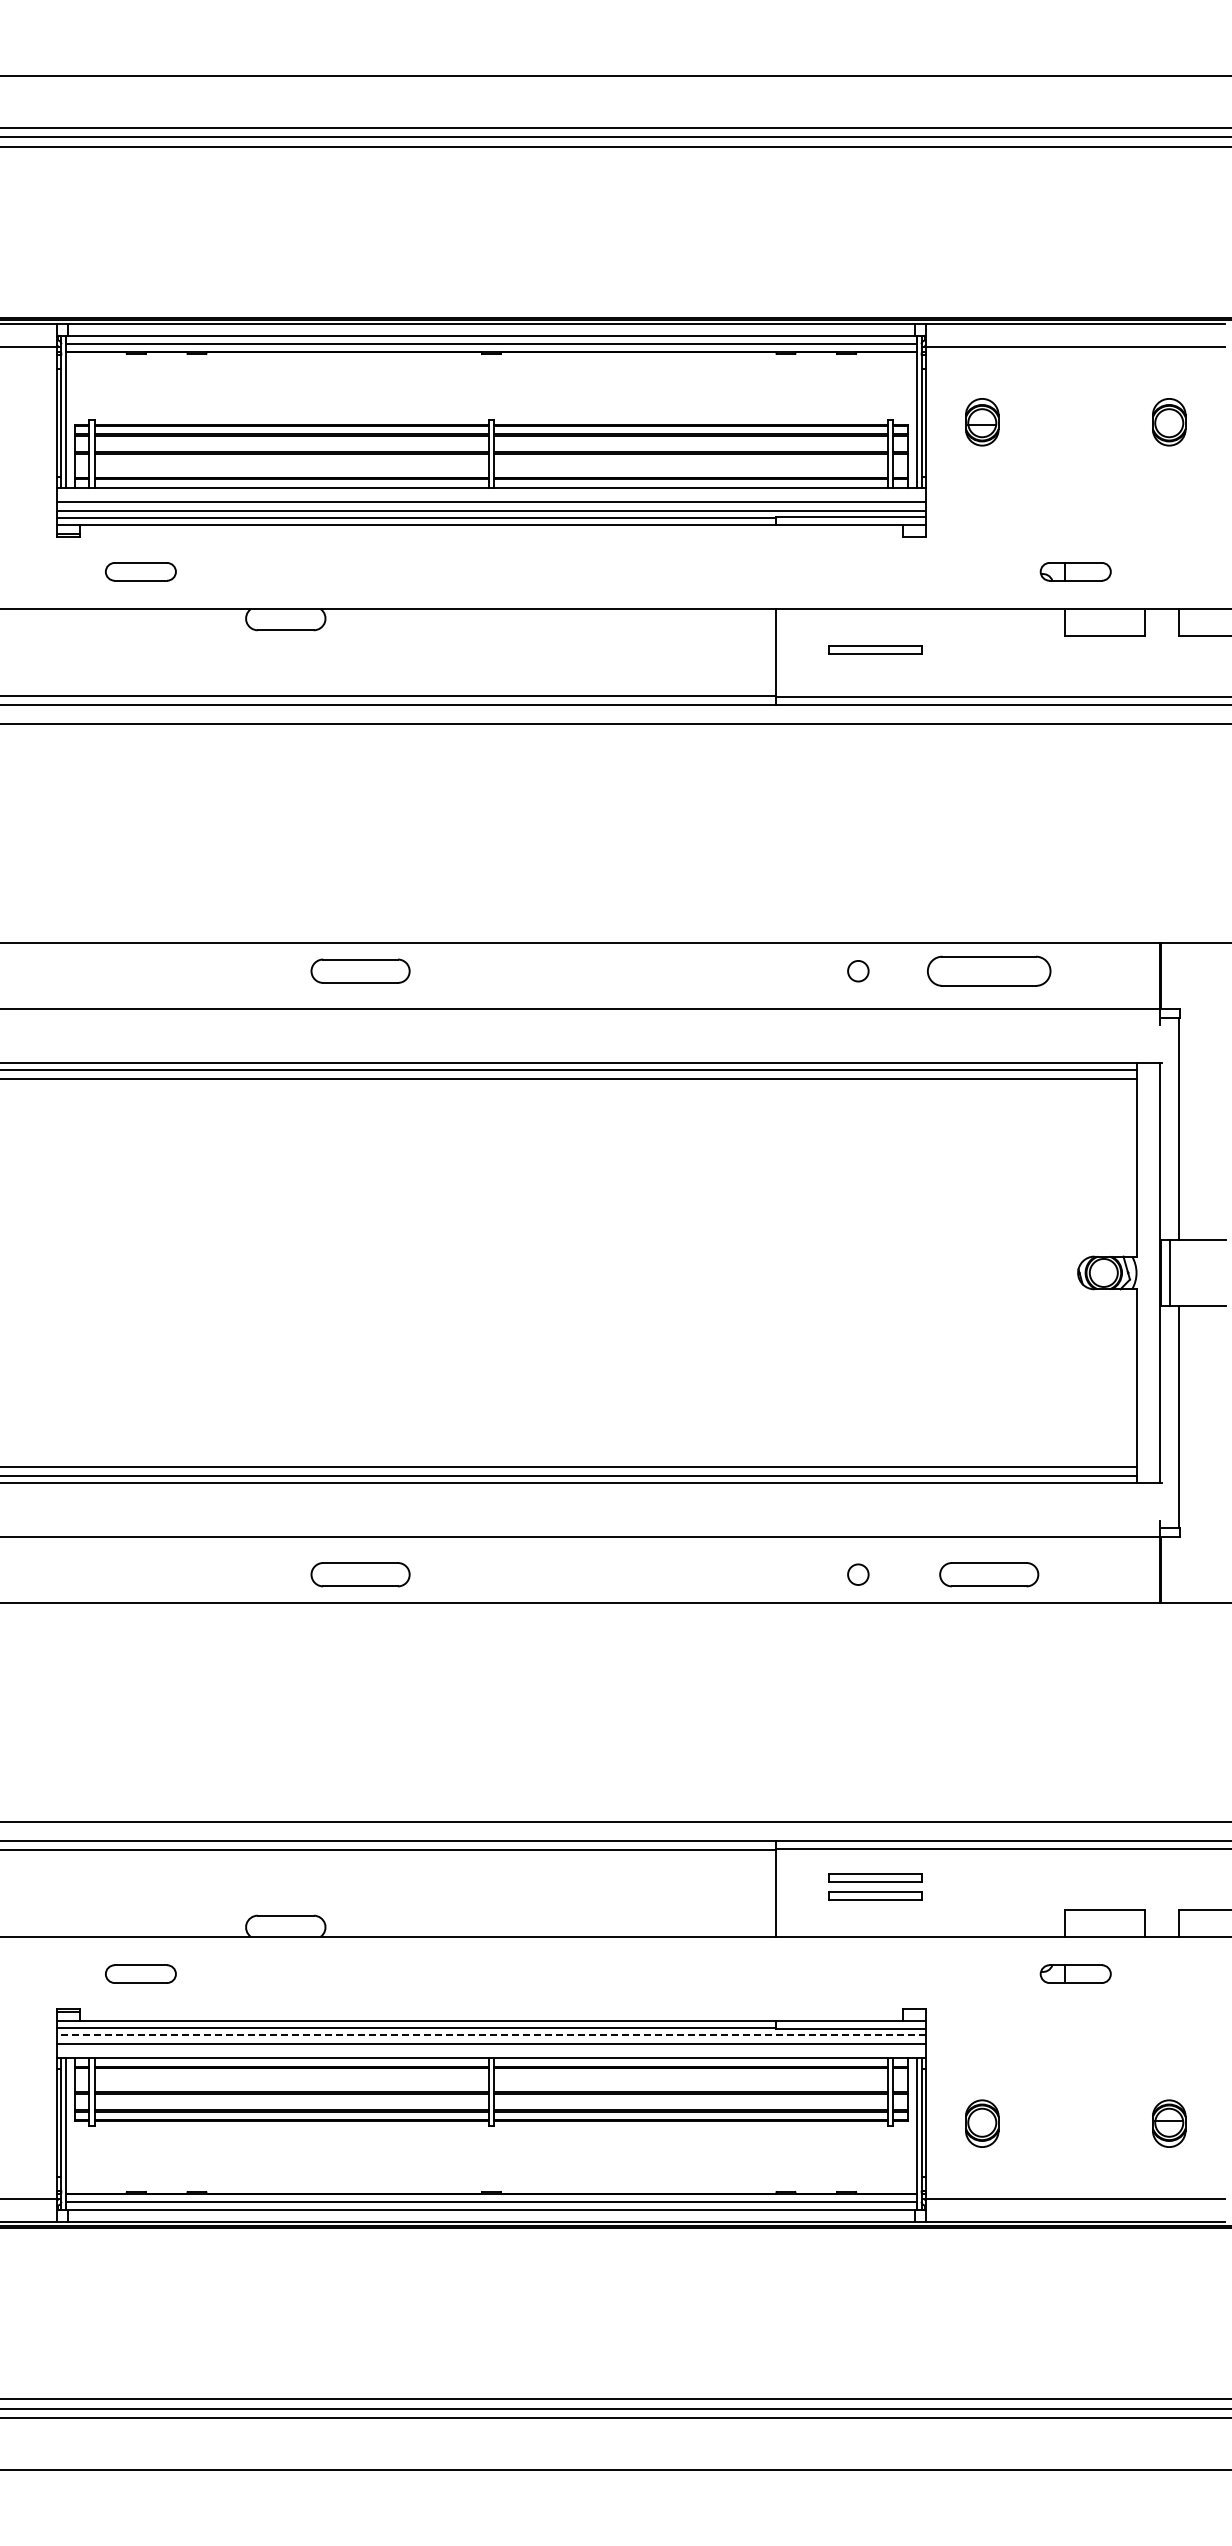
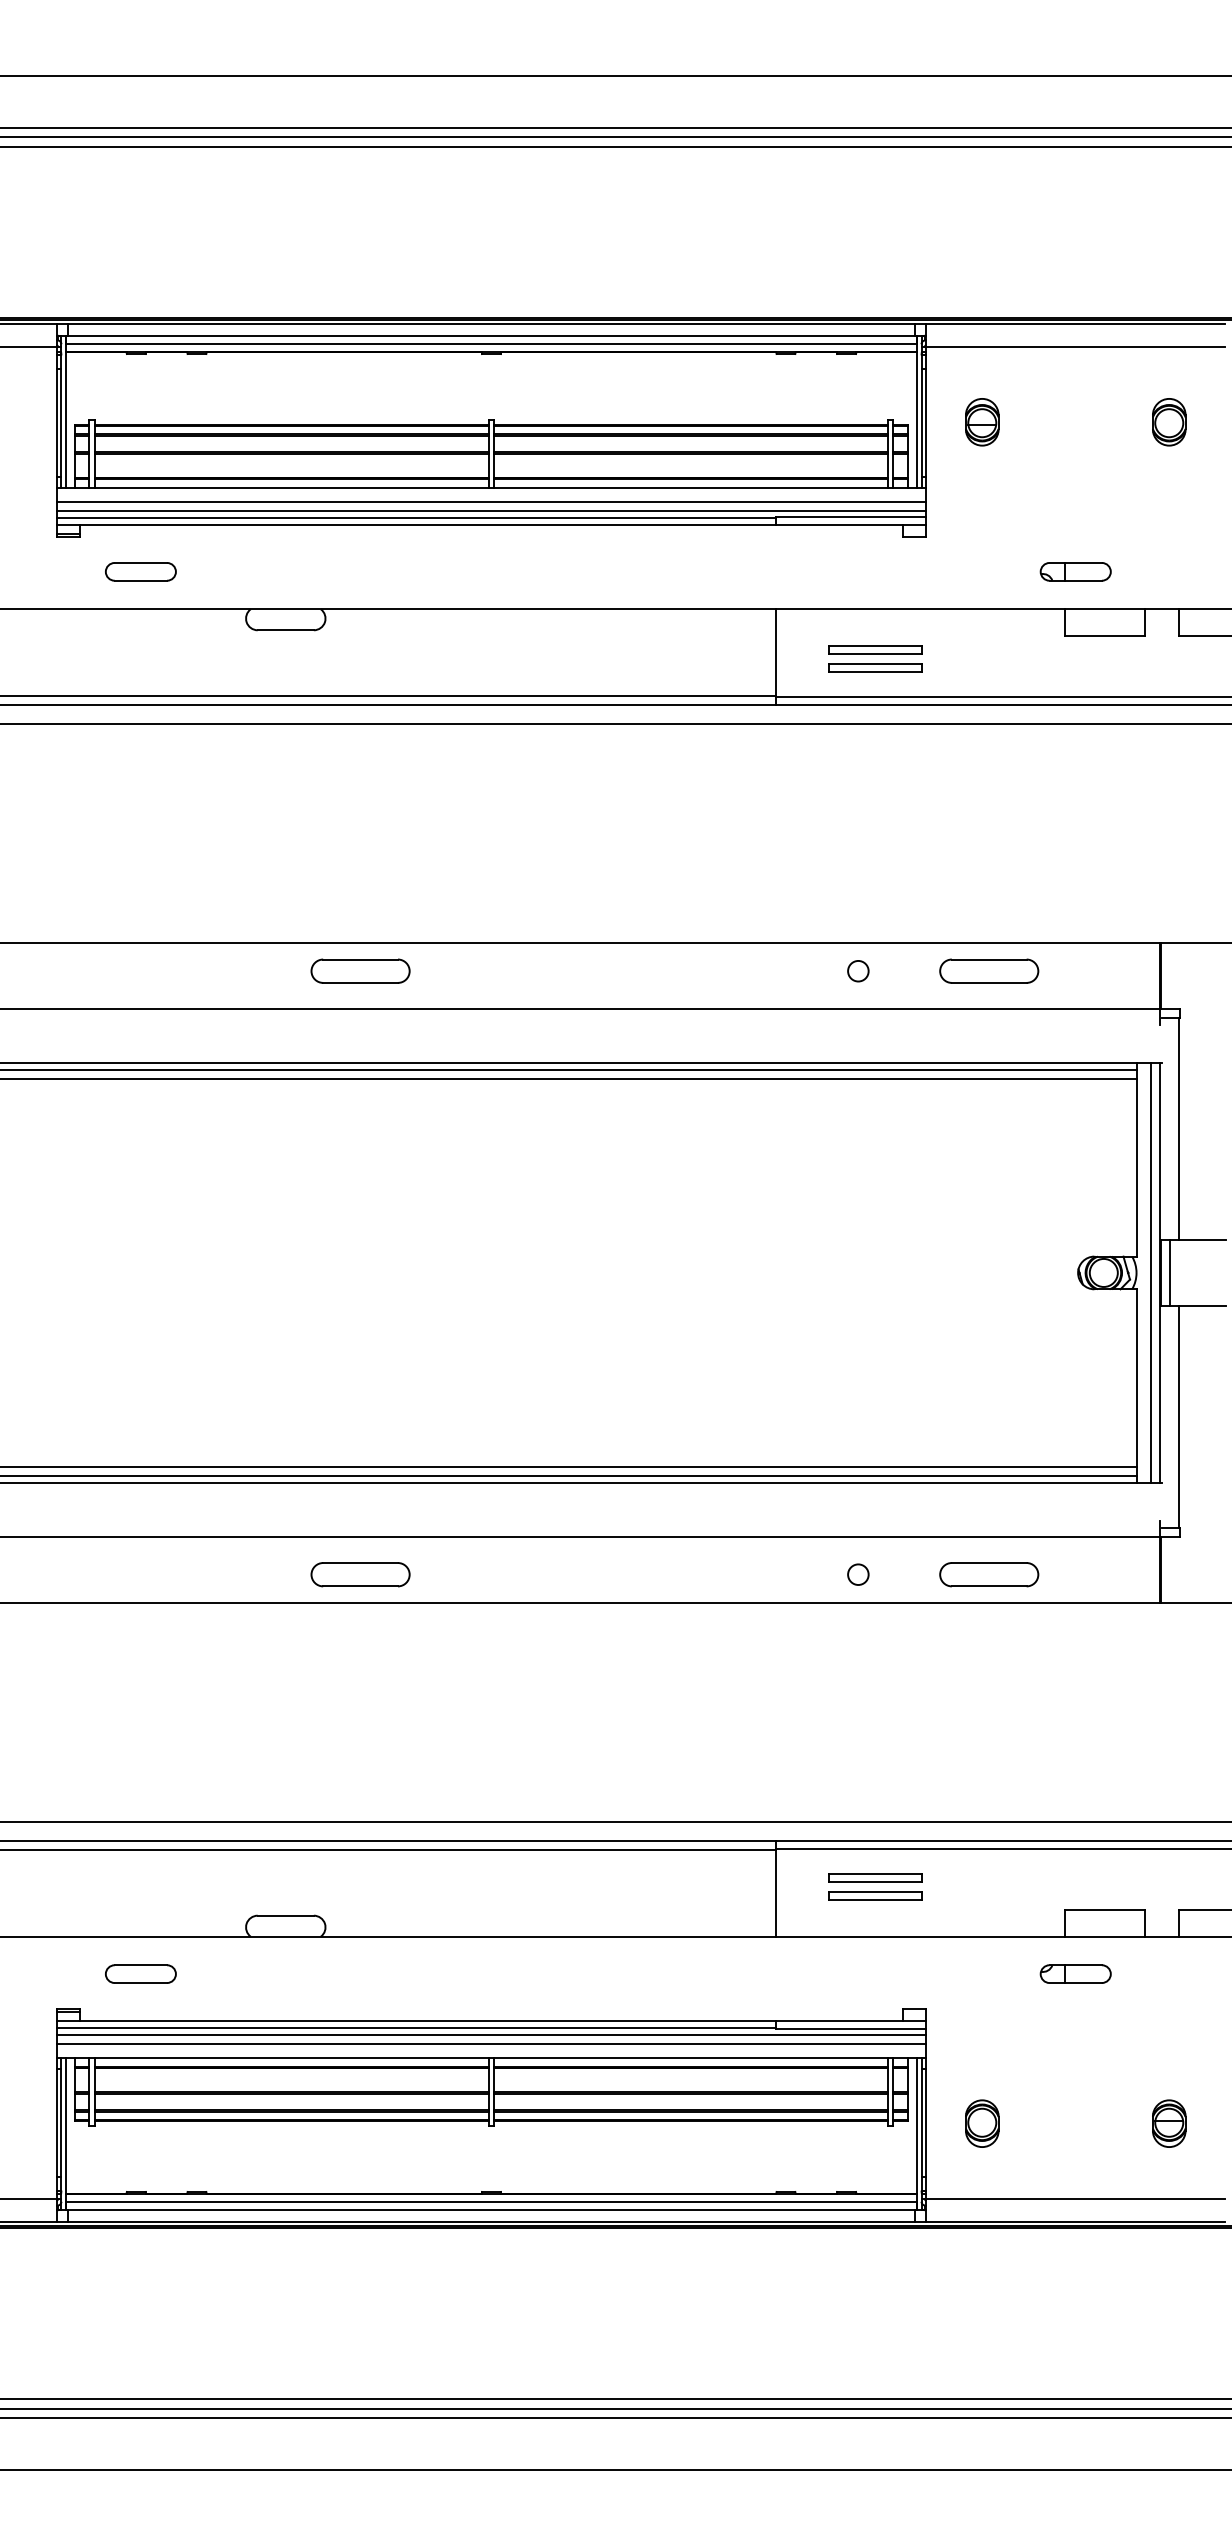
part at (875, 667): none -> present
part at (989, 970) size: 125x32 px -> 101x26 px
line at (1150, 1272): none -> present
line at (491, 2034): dashed -> solid
